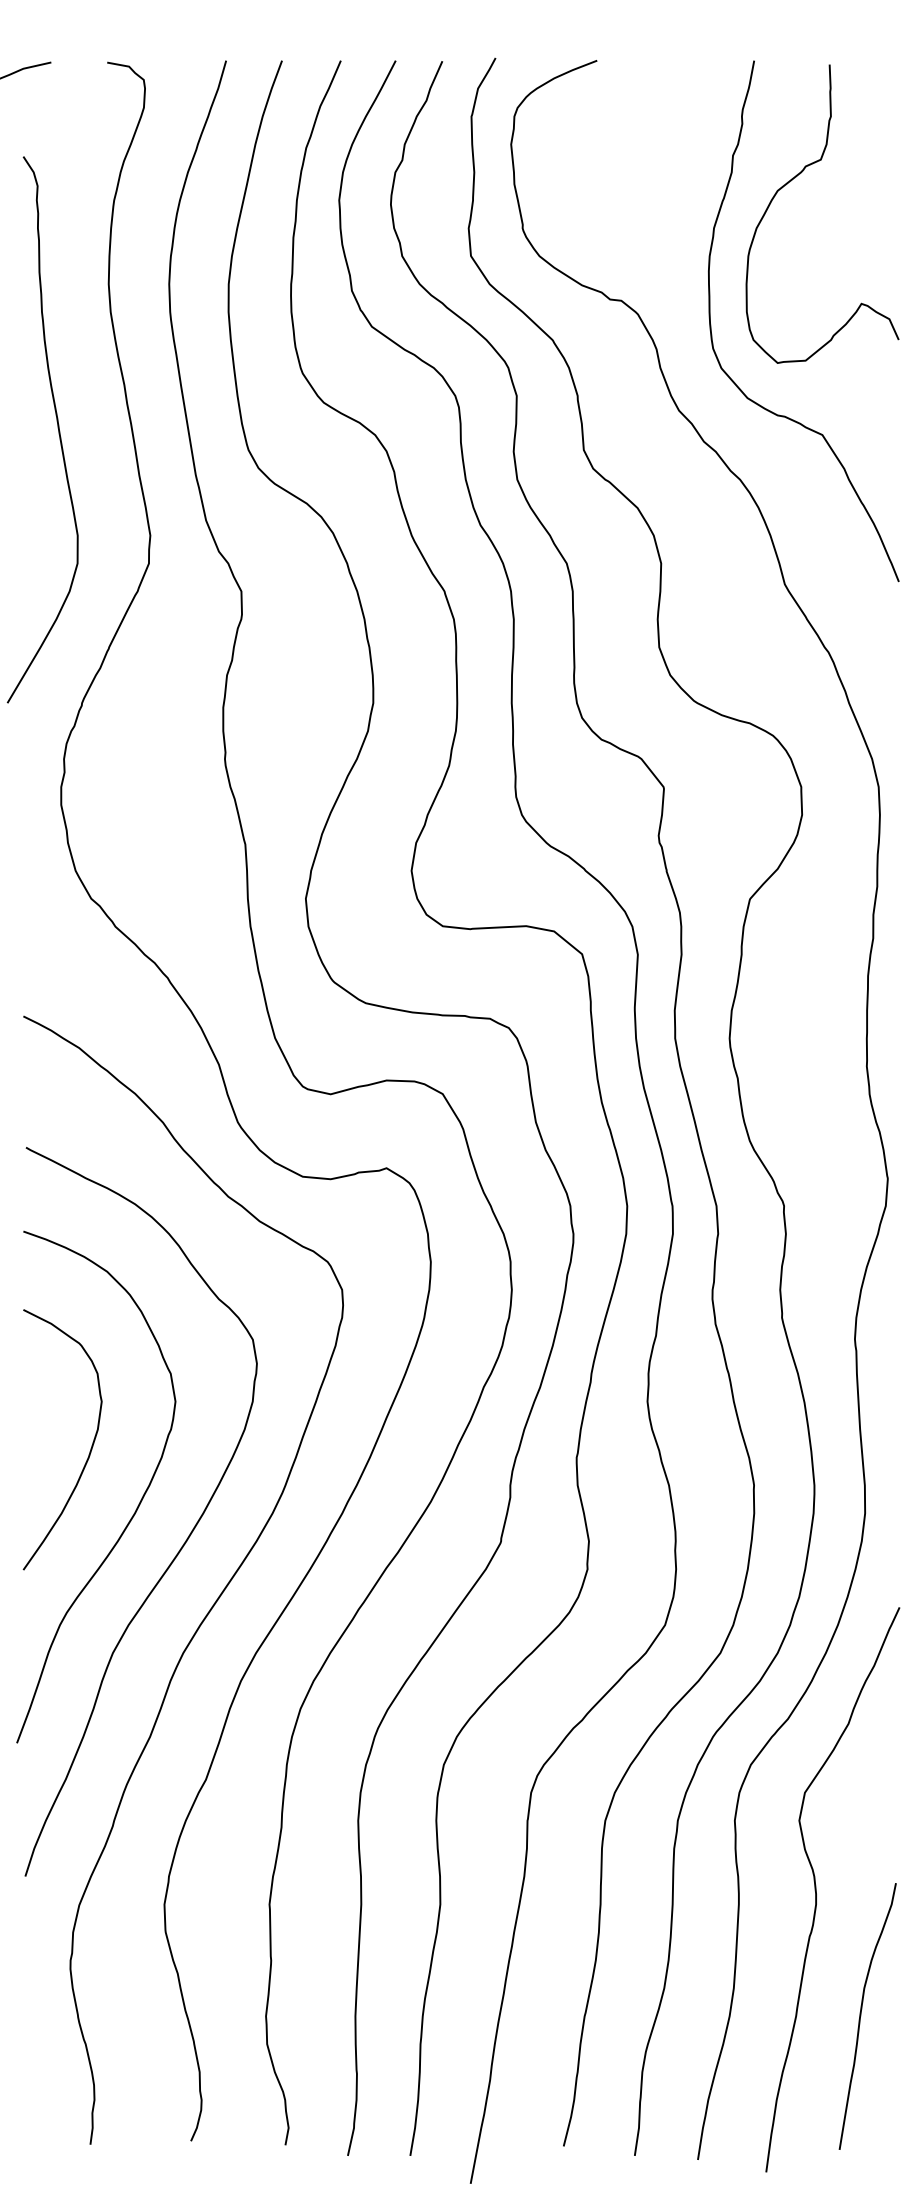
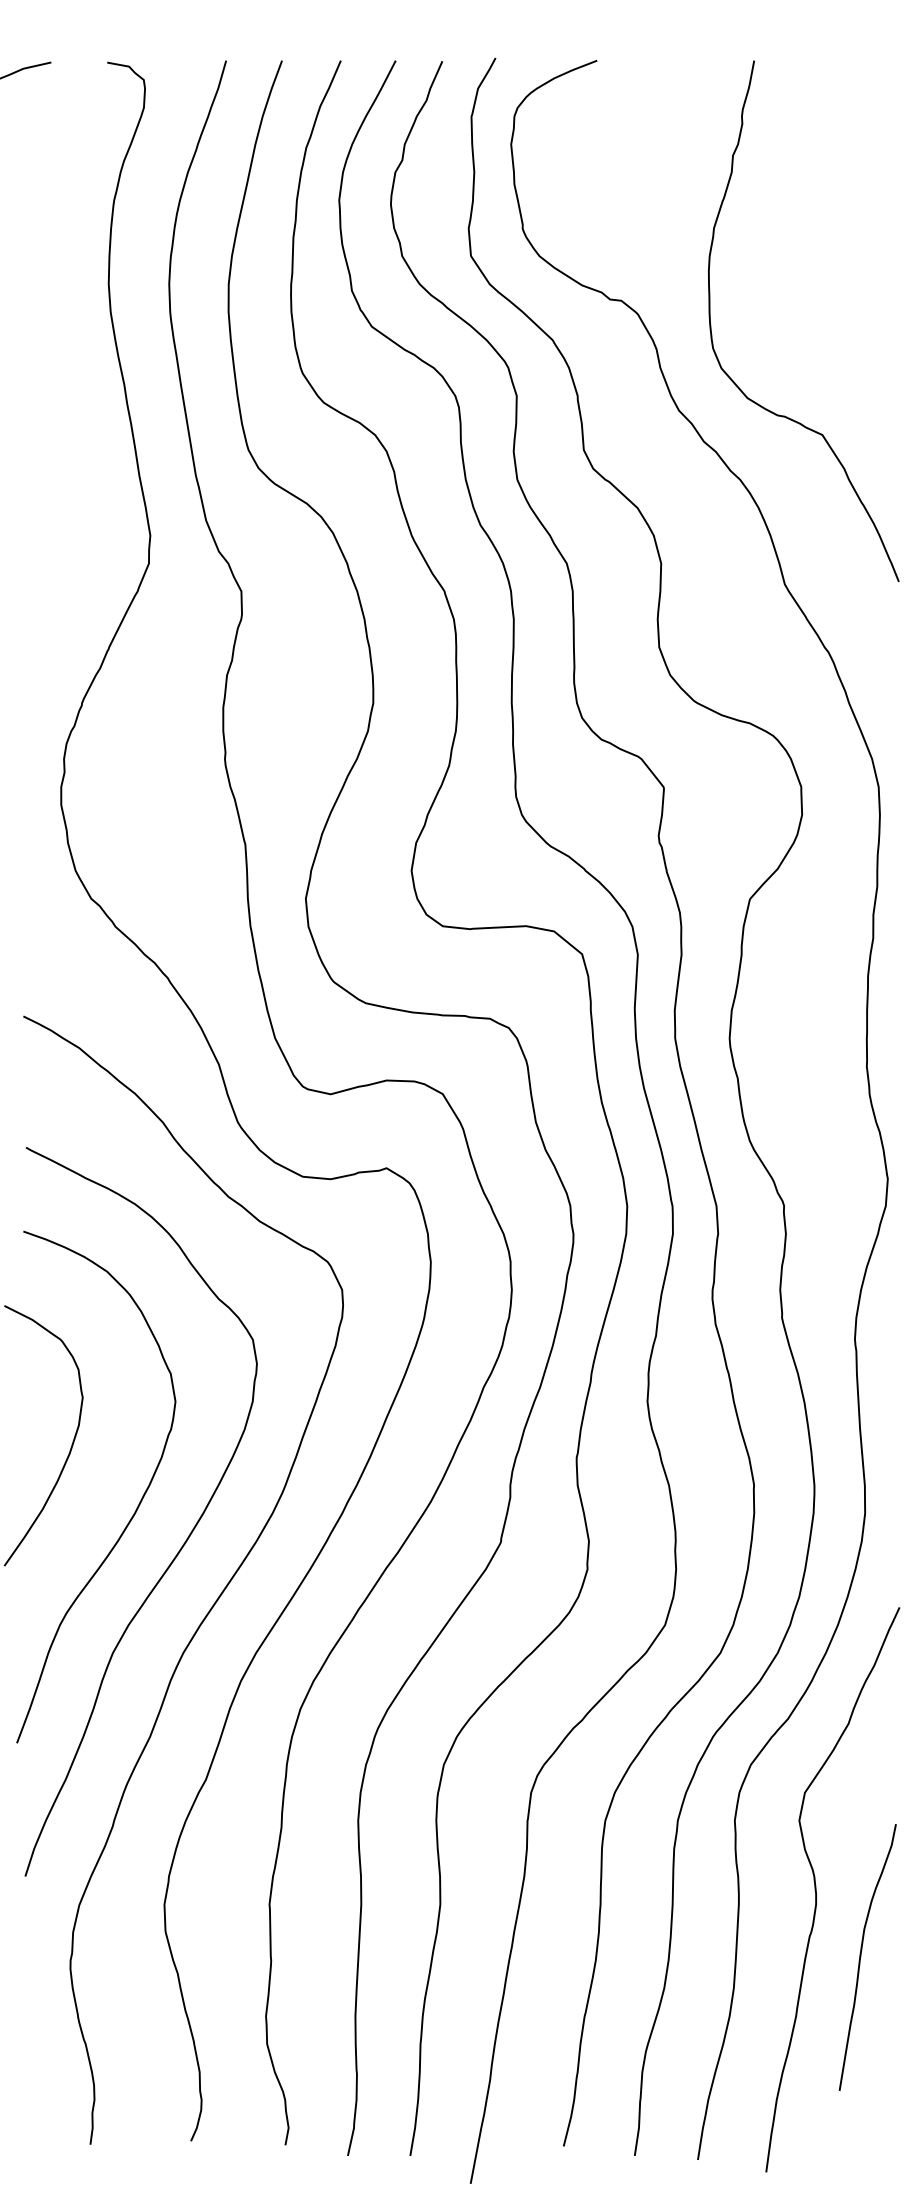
curve at (796, 177): present -> none
curve at (57, 428): present -> none
curve at (90, 1448) position: (90, 1448) -> (71, 1444)
curve at (861, 2016) position: (861, 2016) -> (861, 1957)
